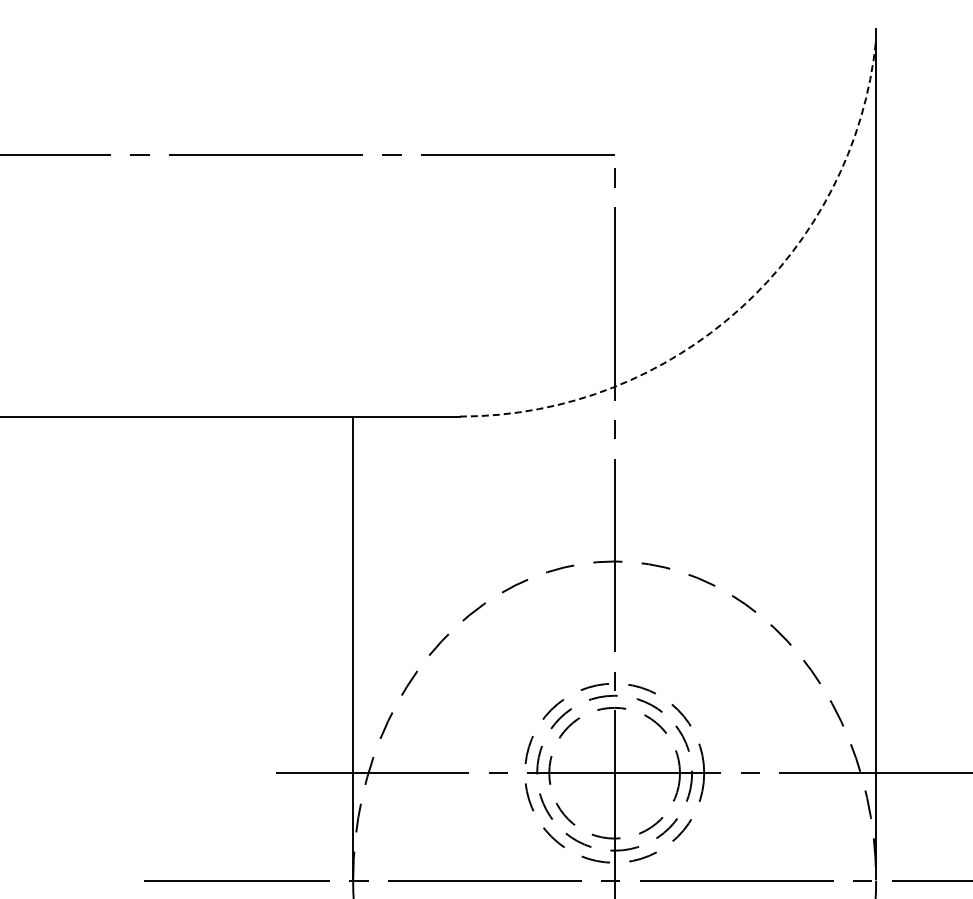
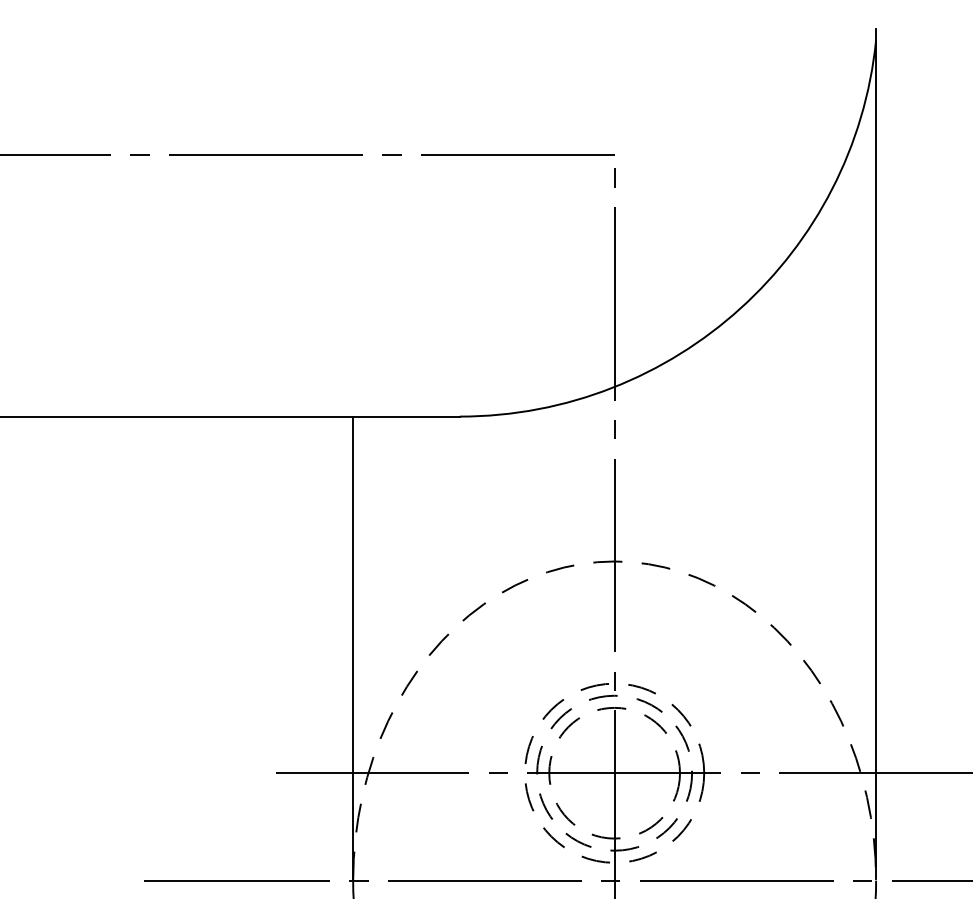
arc at (740, 308): dashed -> solid
